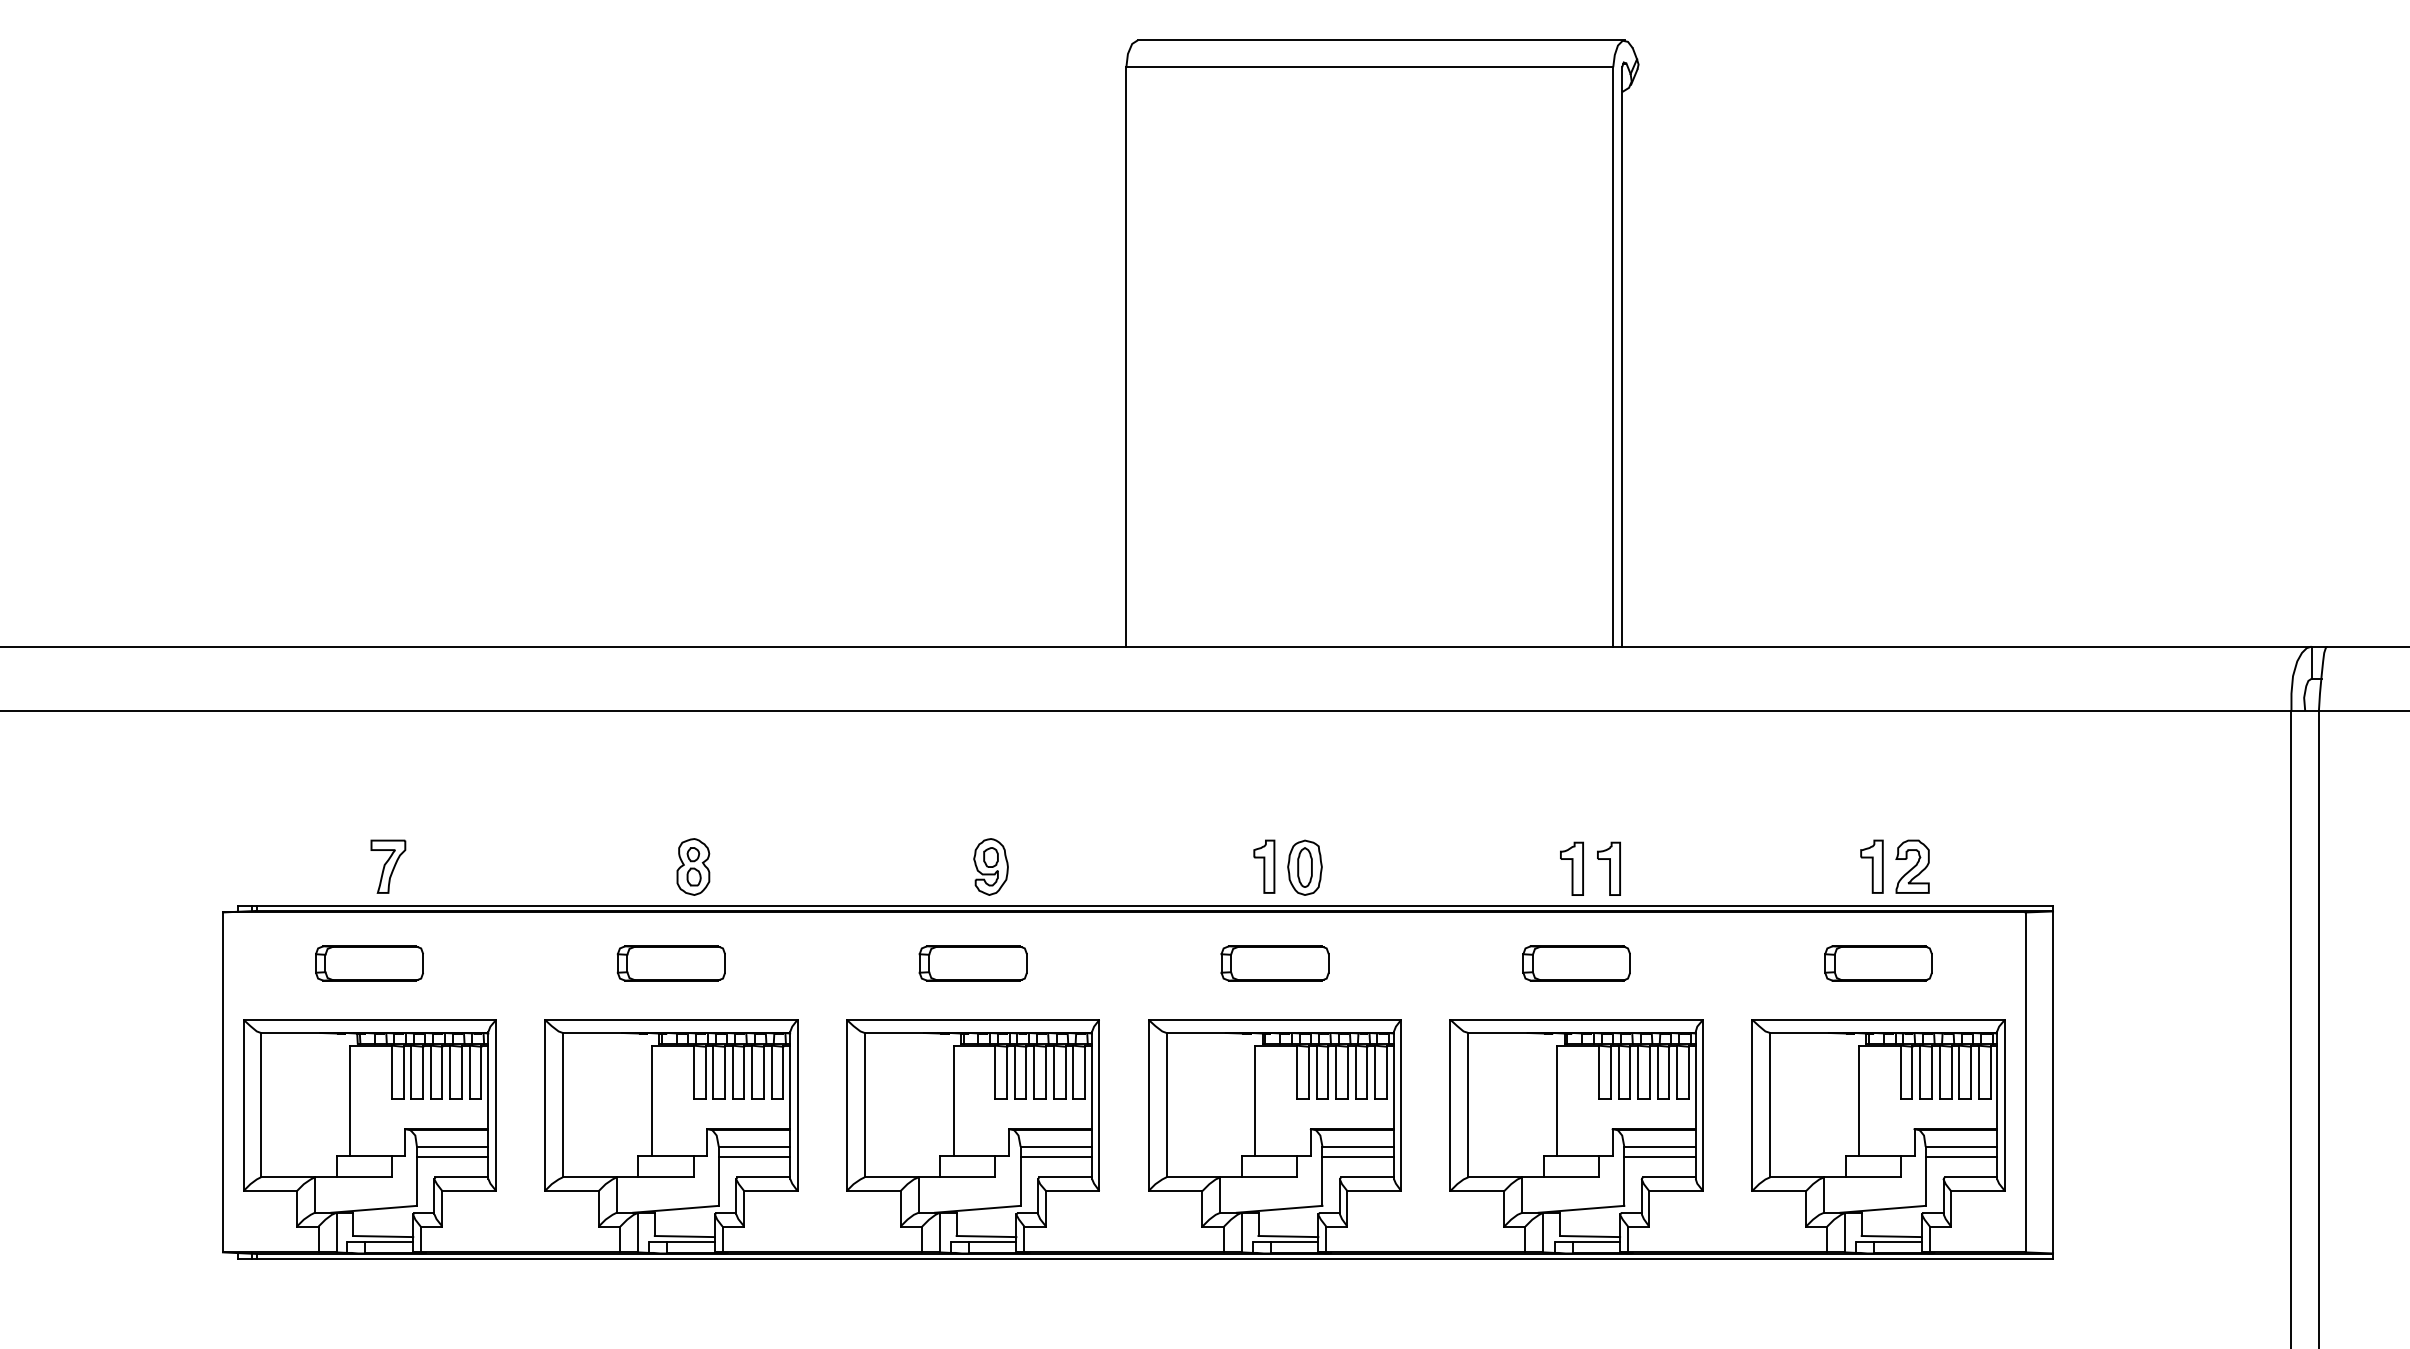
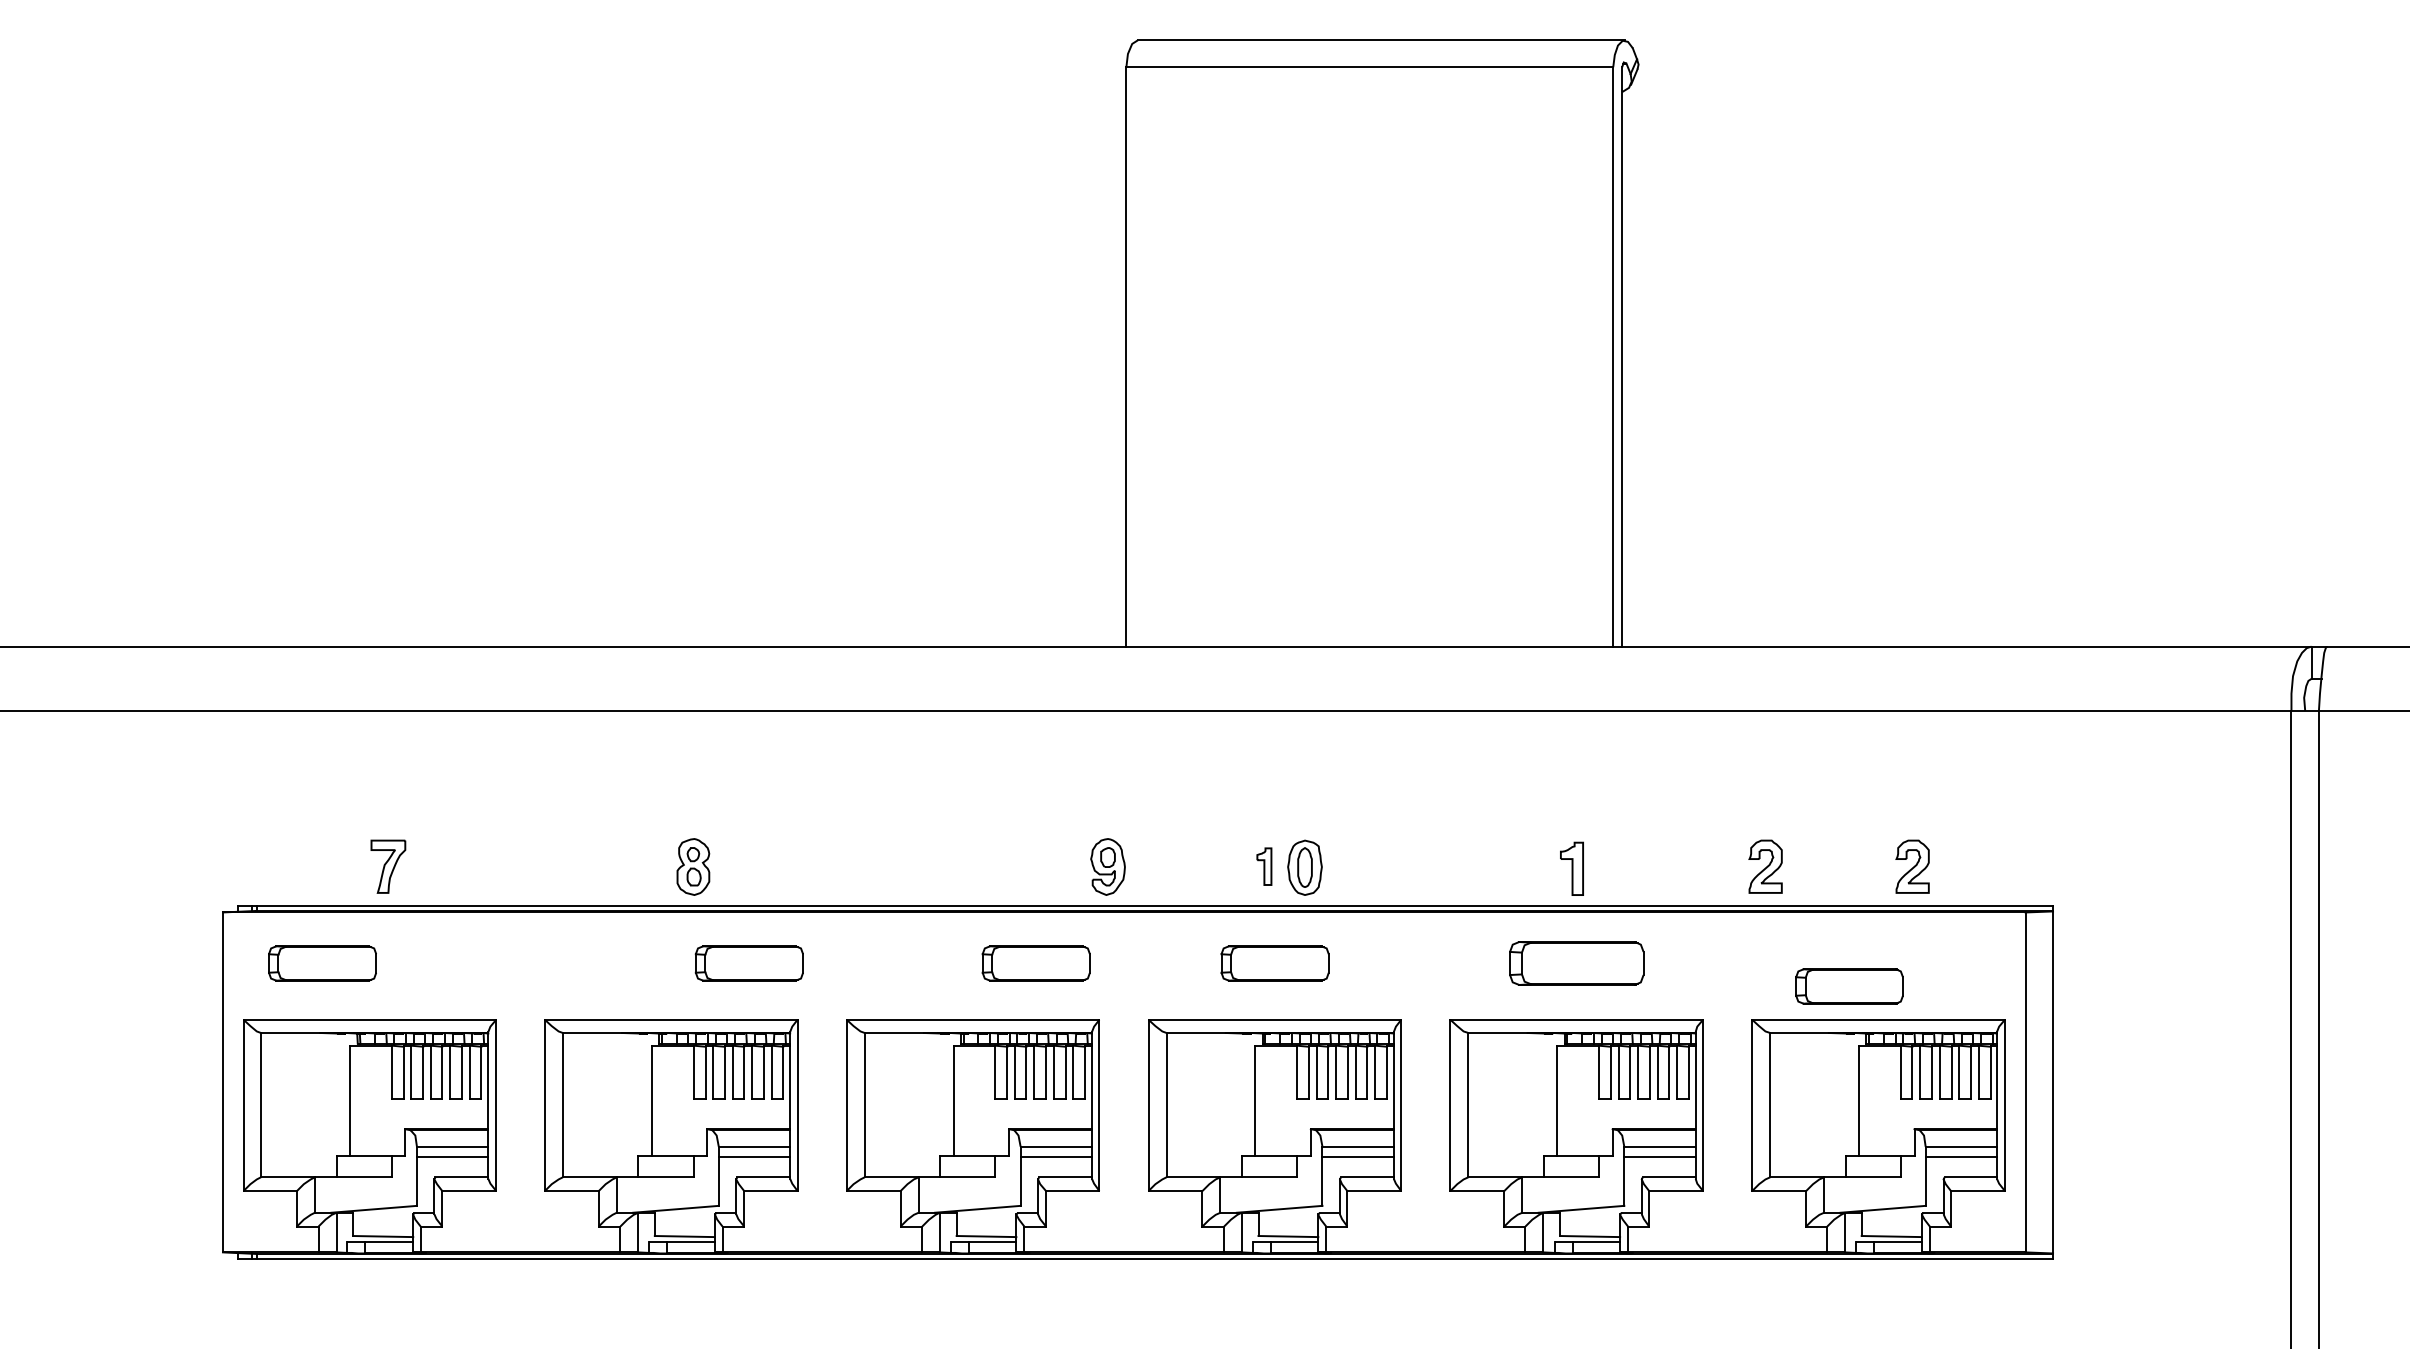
part at (990, 866) position: (990, 866) -> (1107, 866)
part at (1264, 866) size: 23x55 px -> 17x39 px
part at (1765, 866): none -> present
part at (1871, 866): present -> none
part at (1608, 868): present -> none
part at (369, 963) position: (369, 963) -> (322, 963)
part at (670, 963) position: (670, 963) -> (748, 963)
part at (972, 963) position: (972, 963) -> (1035, 963)
part at (1576, 963) size: 109x37 px -> 136x45 px
part at (1878, 963) position: (1878, 963) -> (1849, 986)
